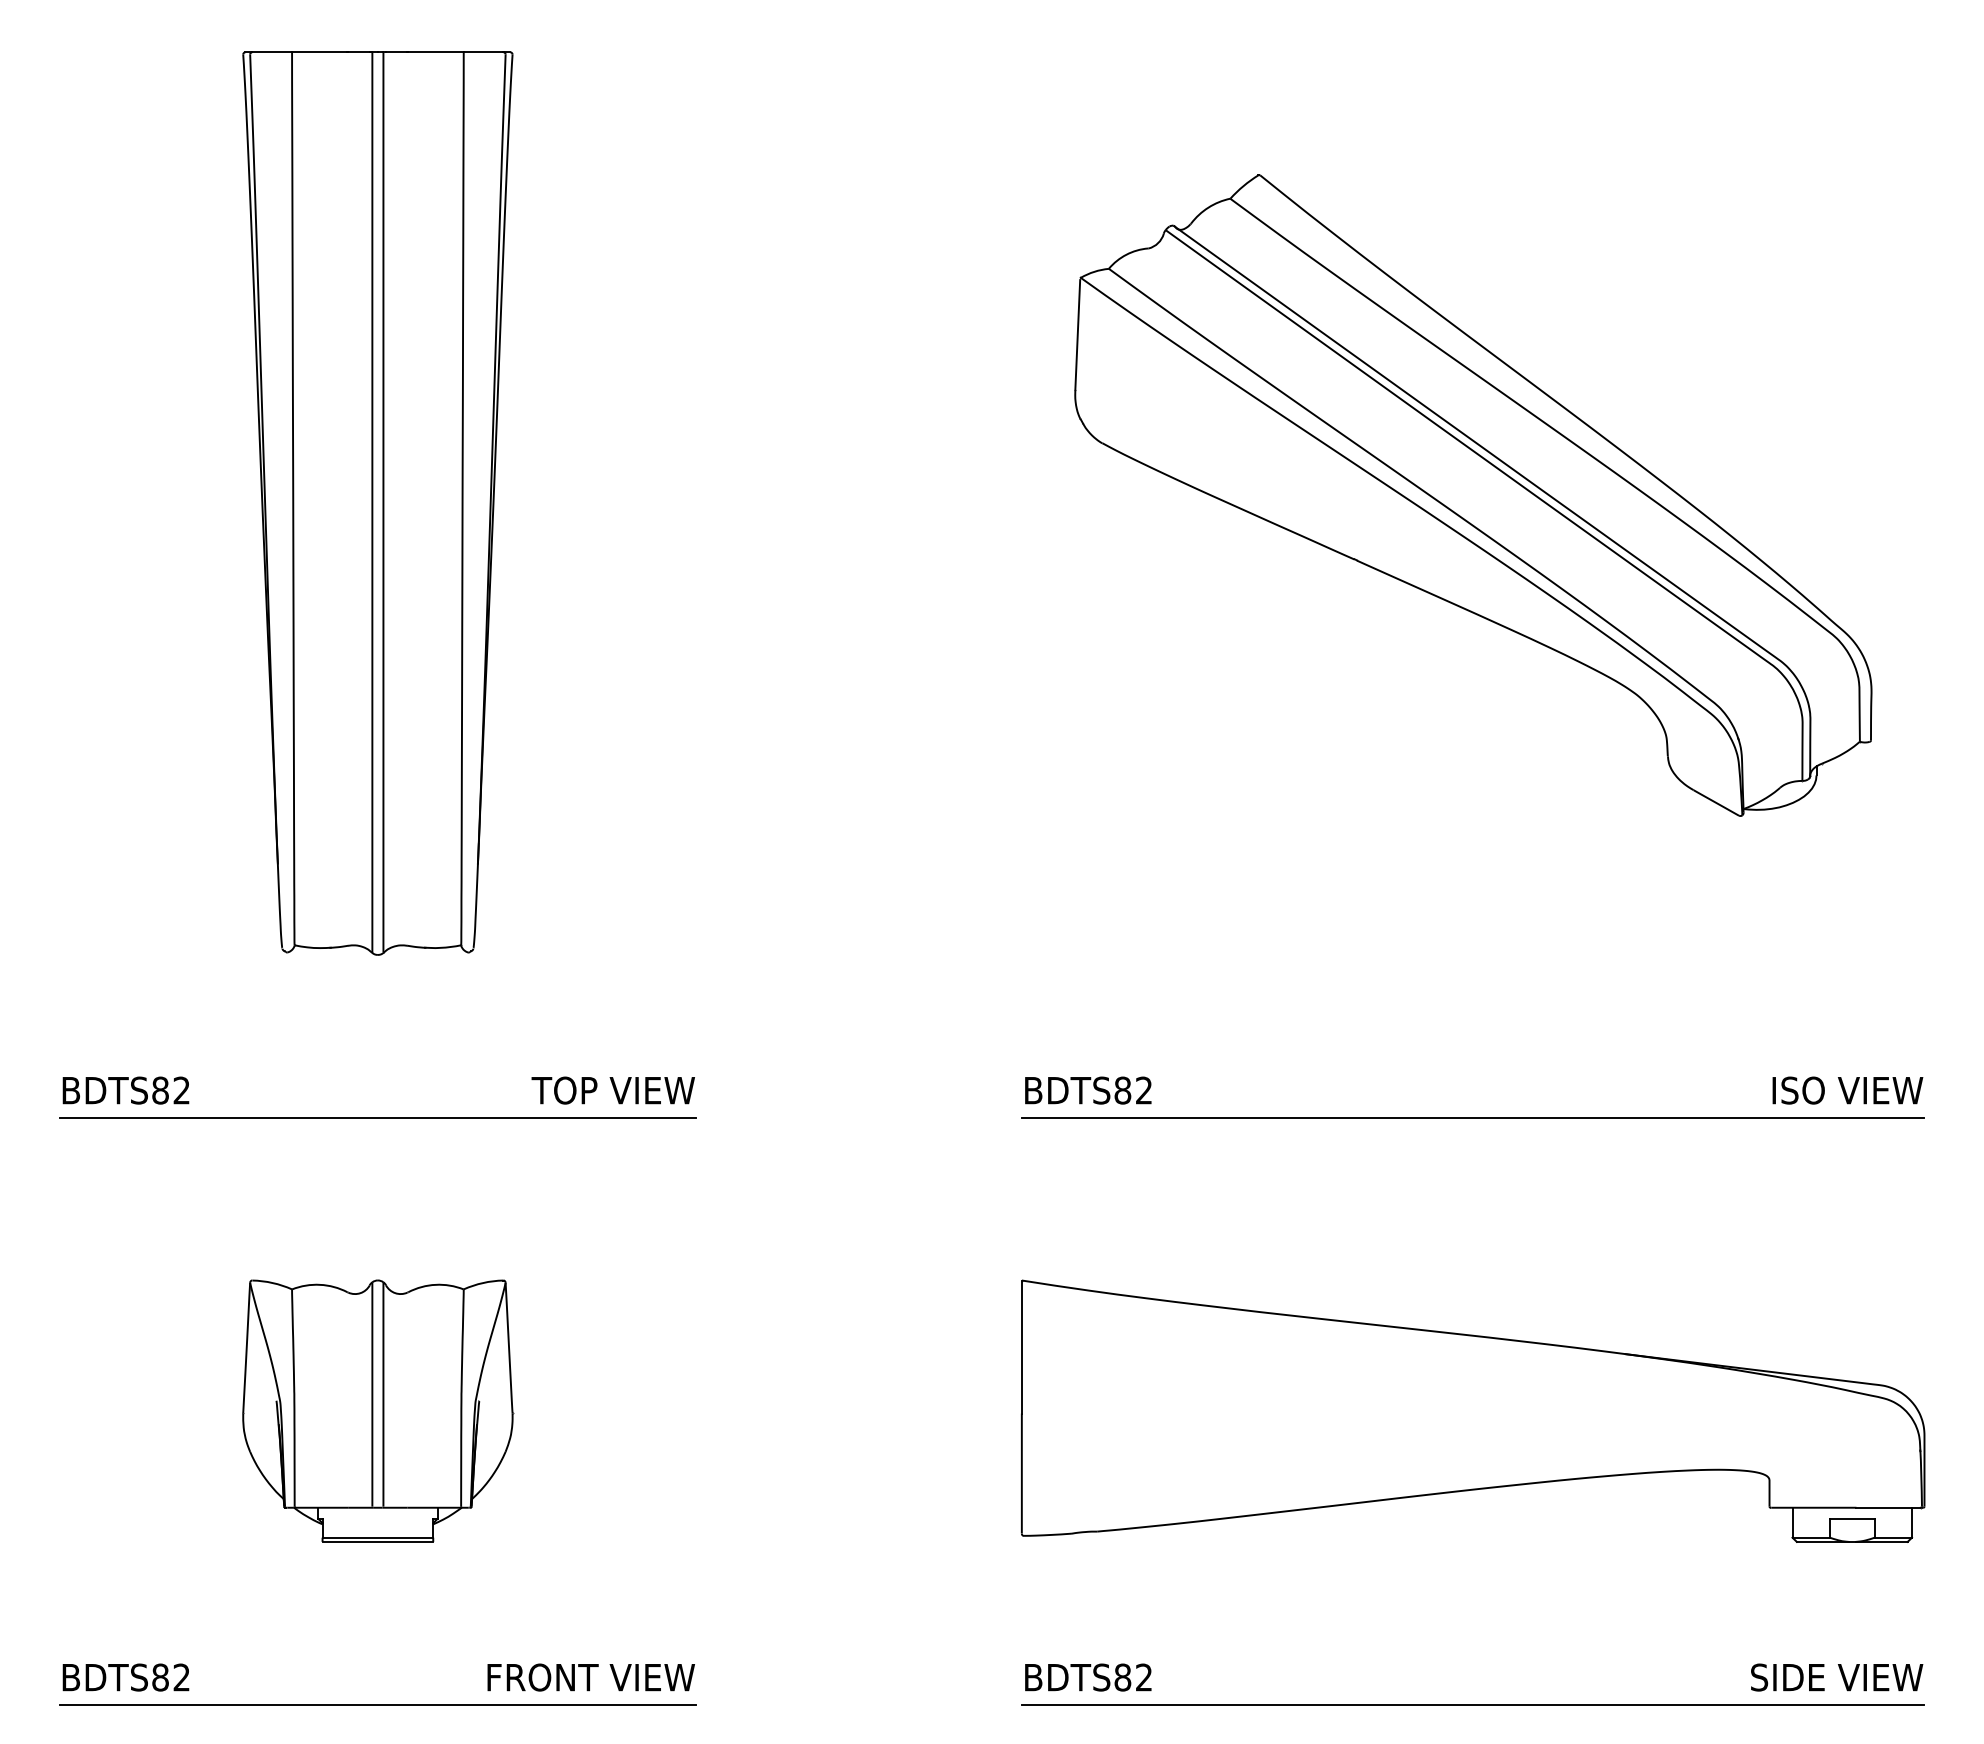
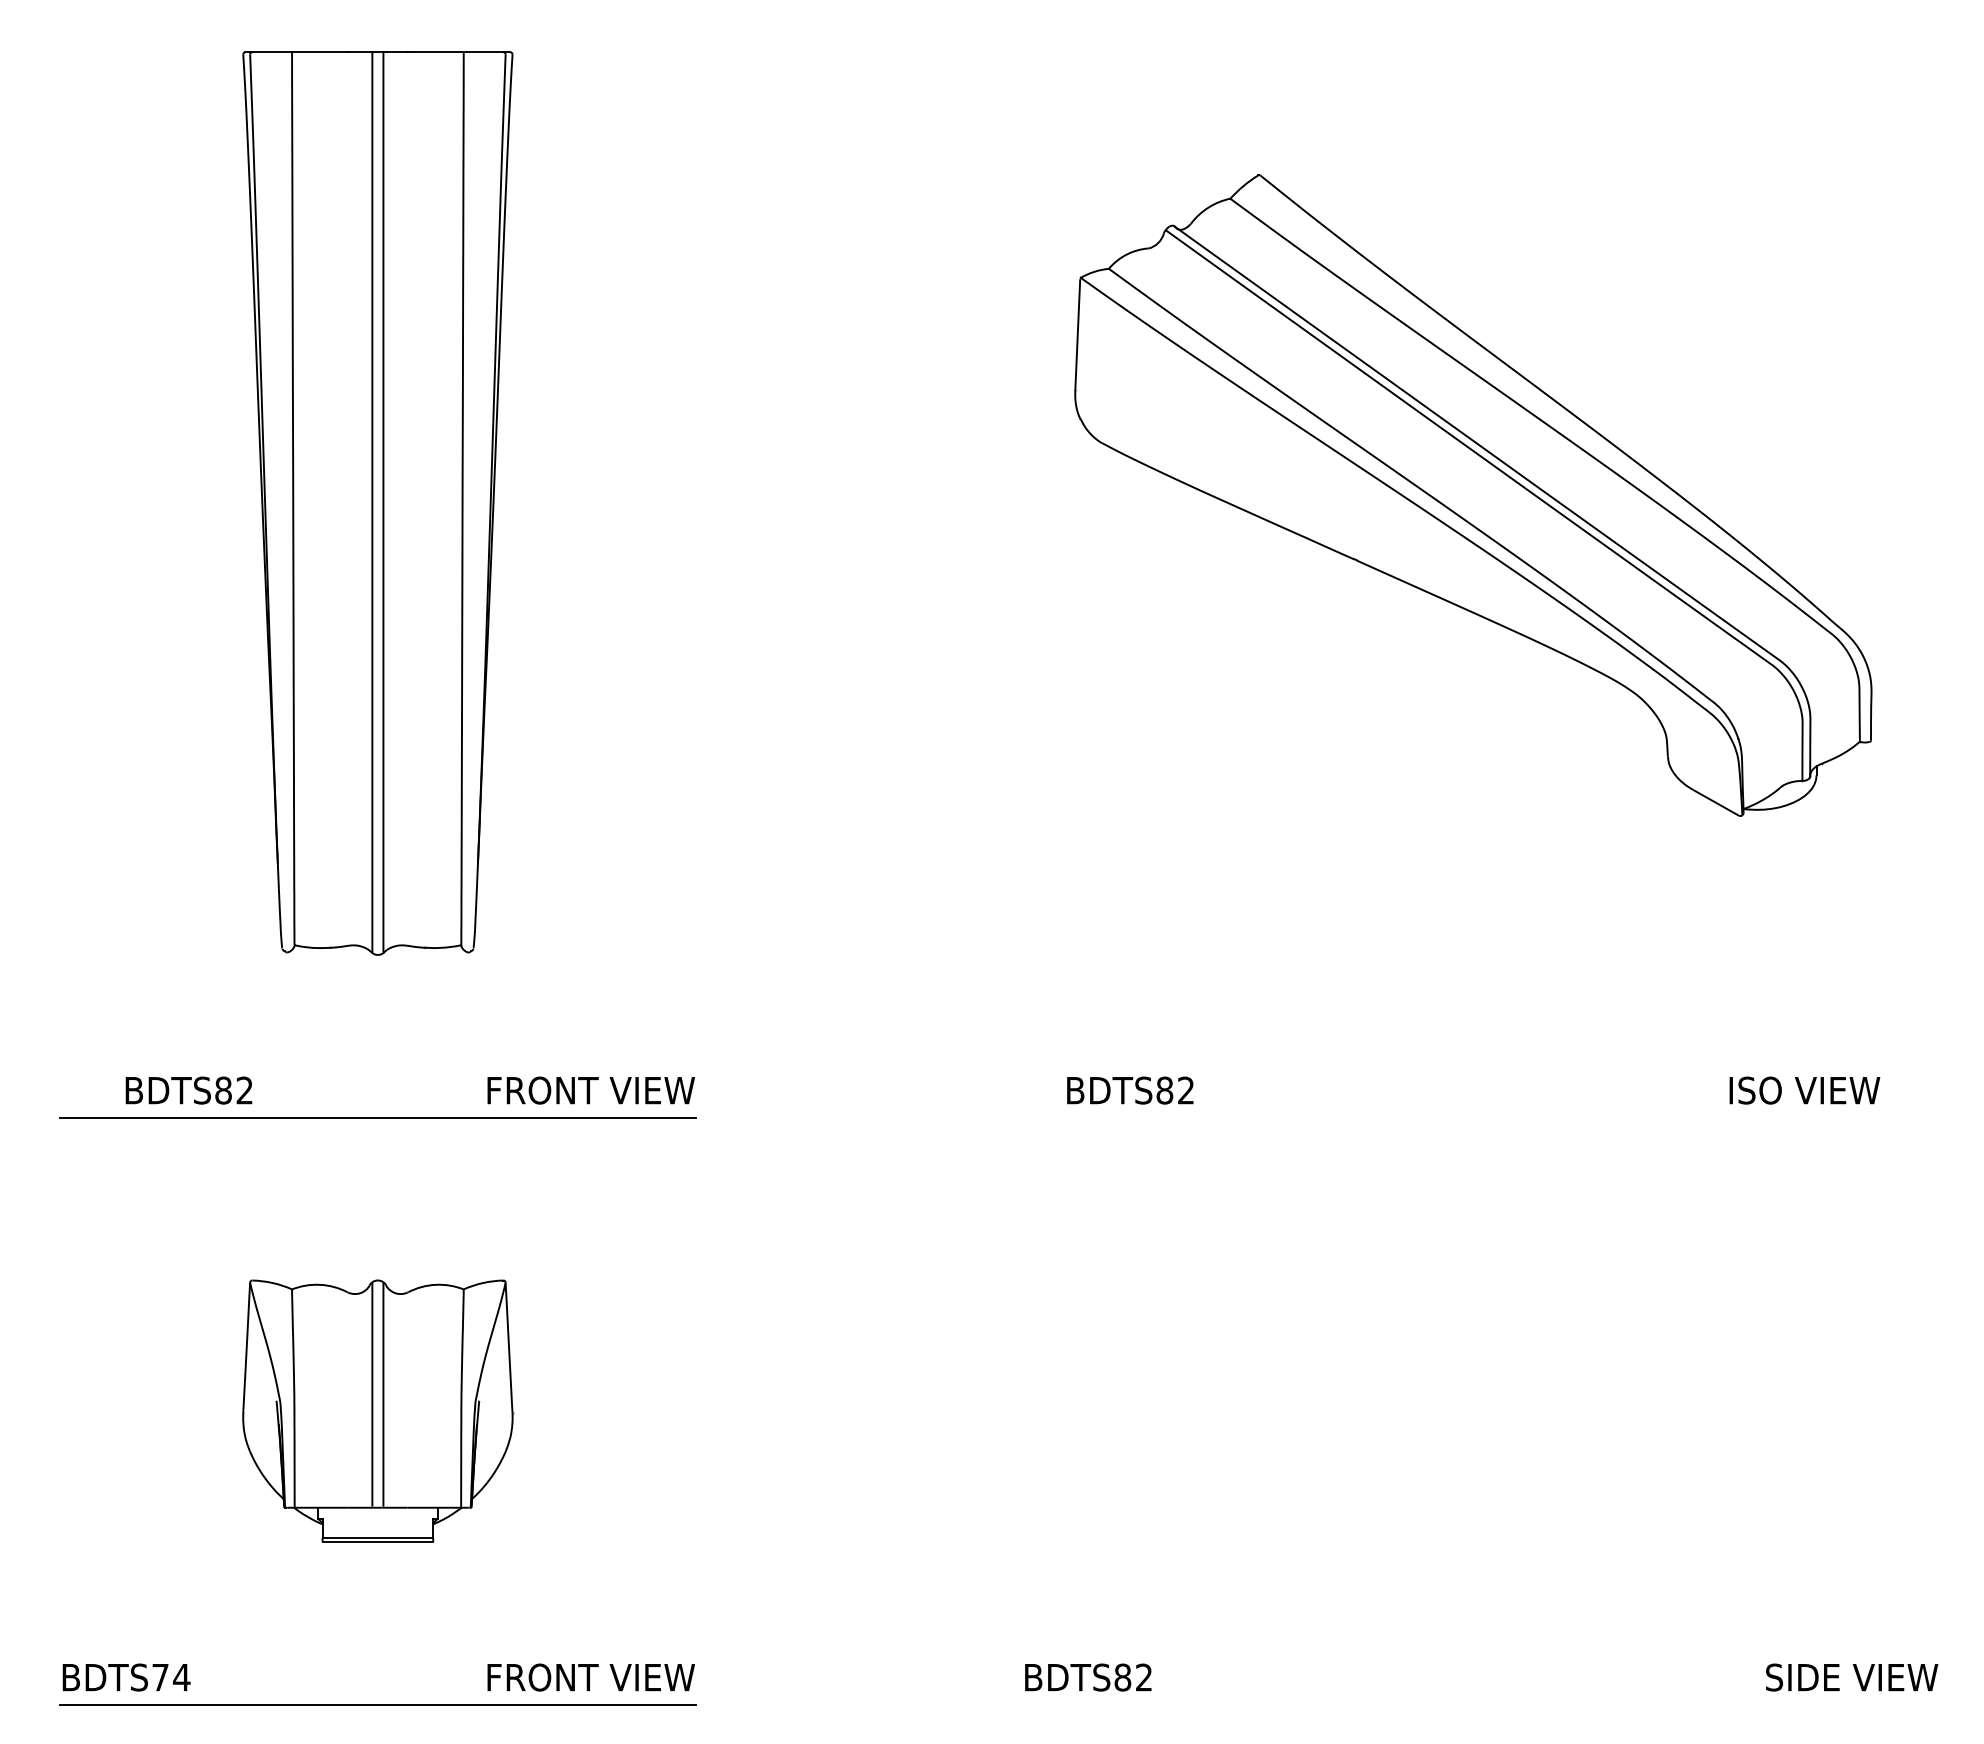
text at (125, 1090) position: (125, 1090) -> (188, 1090)
text at (542, 1090): TOP VIEW -> FRONT VIEW
text at (1088, 1090) position: (1088, 1090) -> (1130, 1090)
text at (1847, 1090) position: (1847, 1090) -> (1804, 1090)
line at (1472, 1117): present -> none
part at (1473, 1410): present -> none
text at (171, 1677): BDTS82 -> BDTS74
text at (1837, 1677) position: (1837, 1677) -> (1852, 1677)
line at (1472, 1704): present -> none
